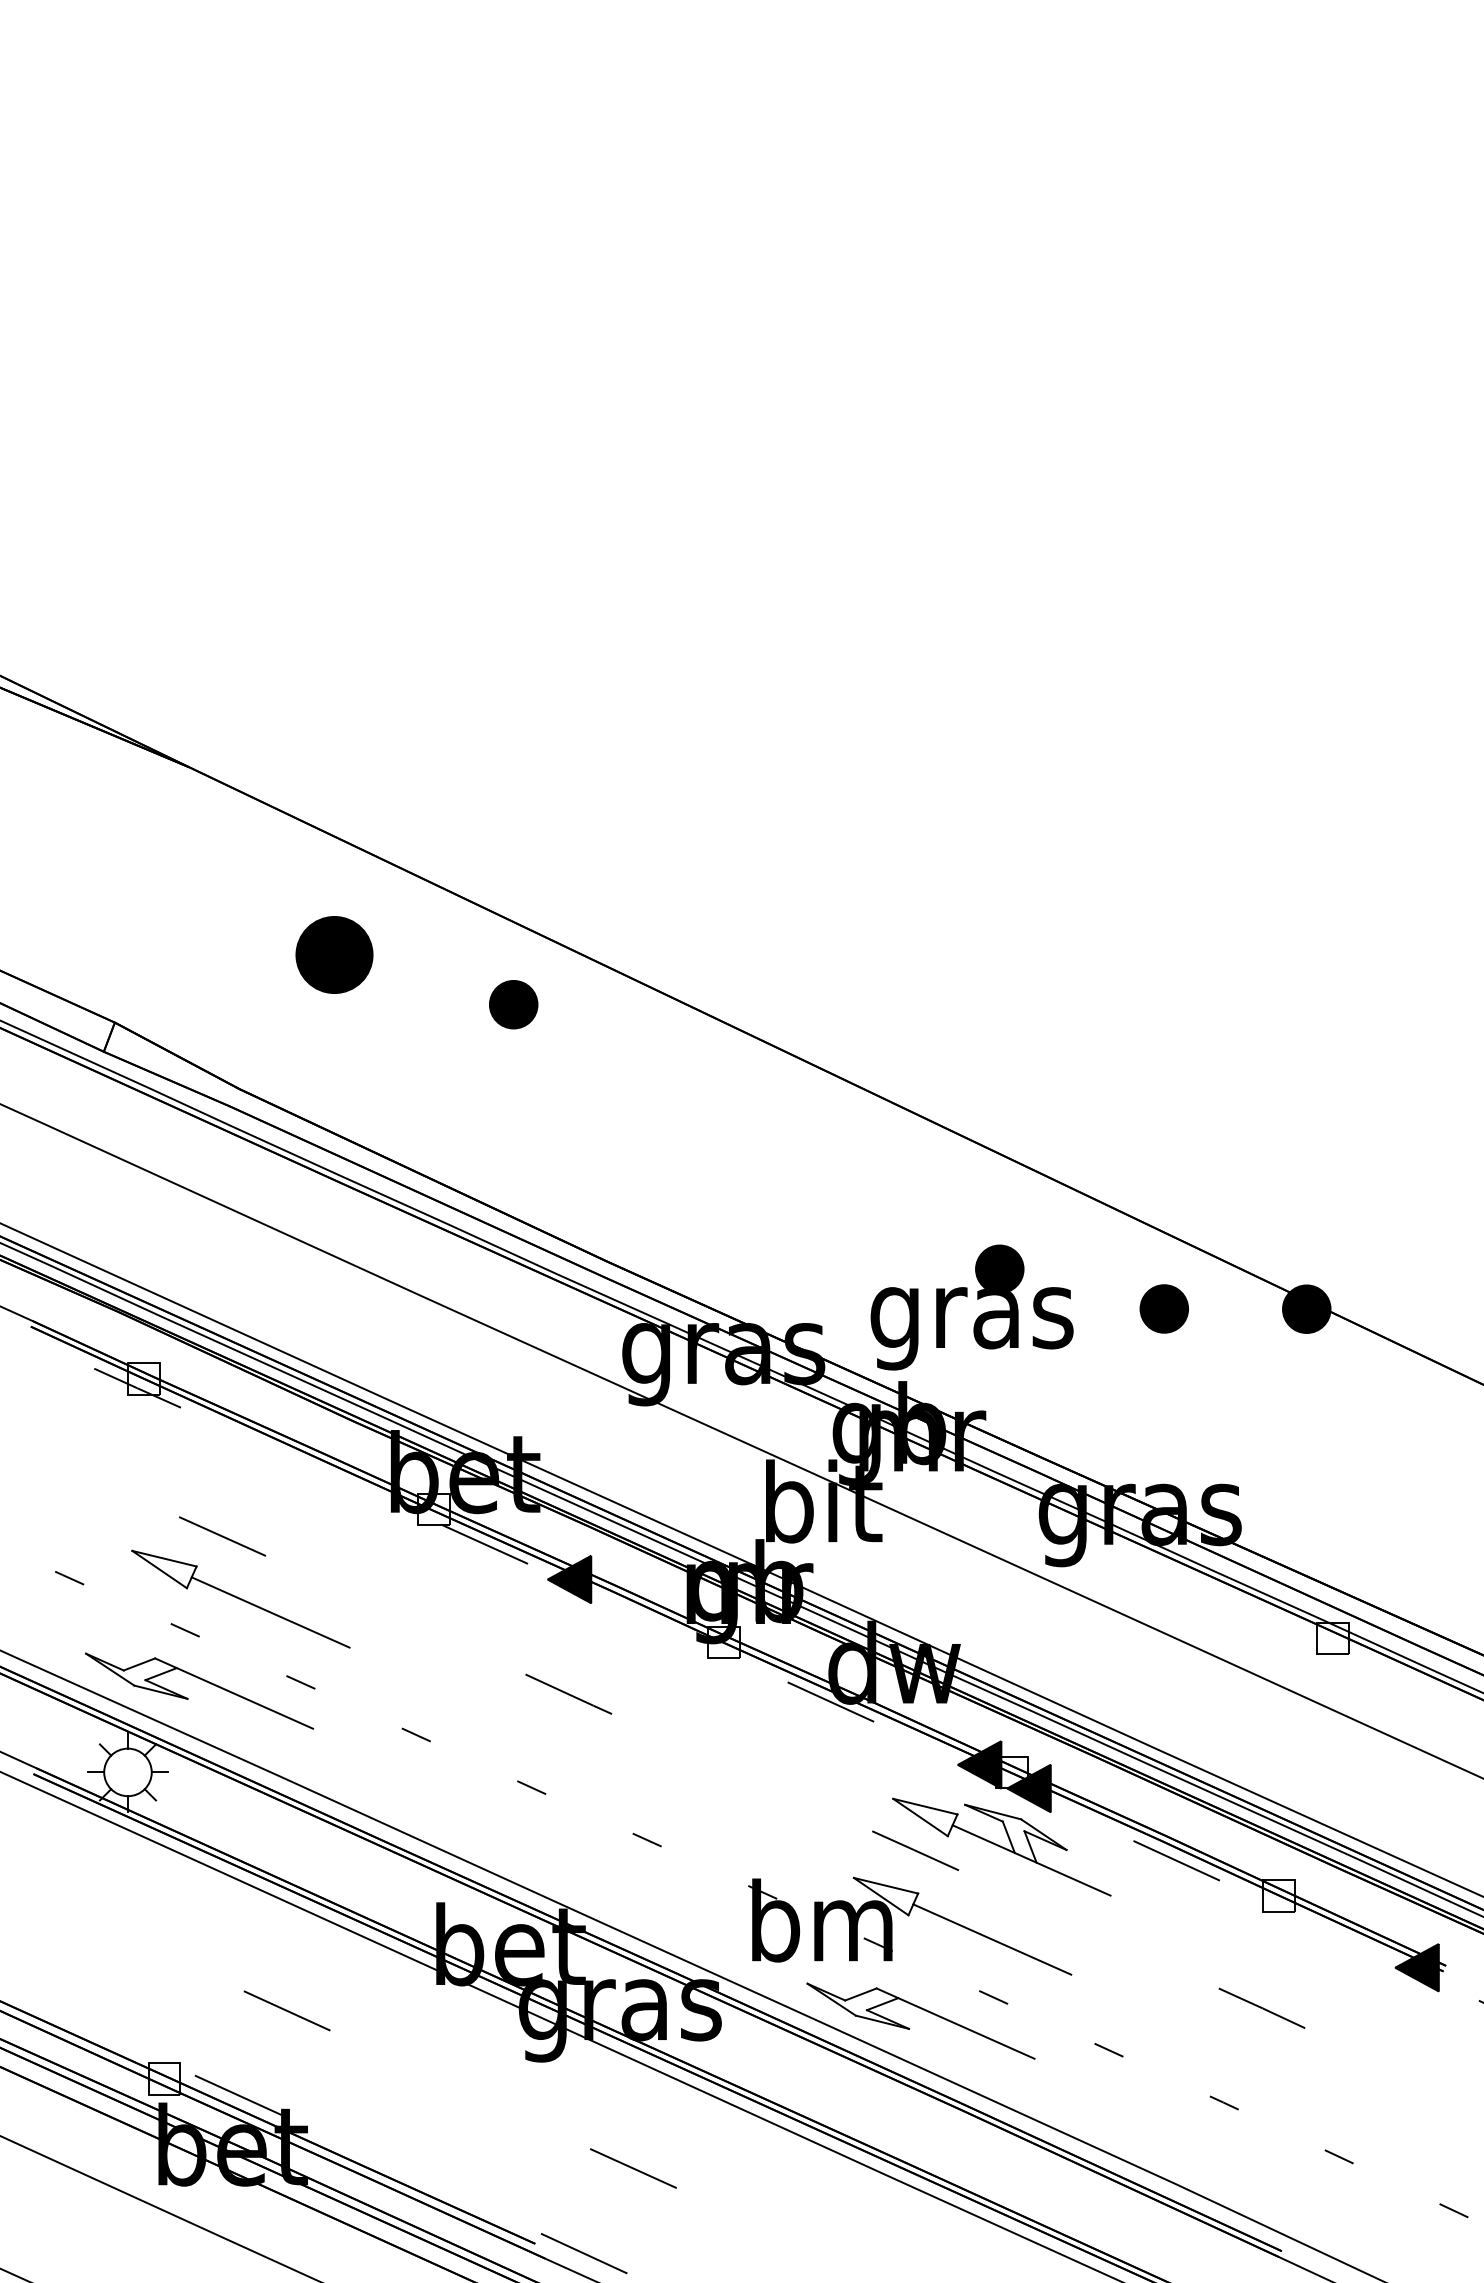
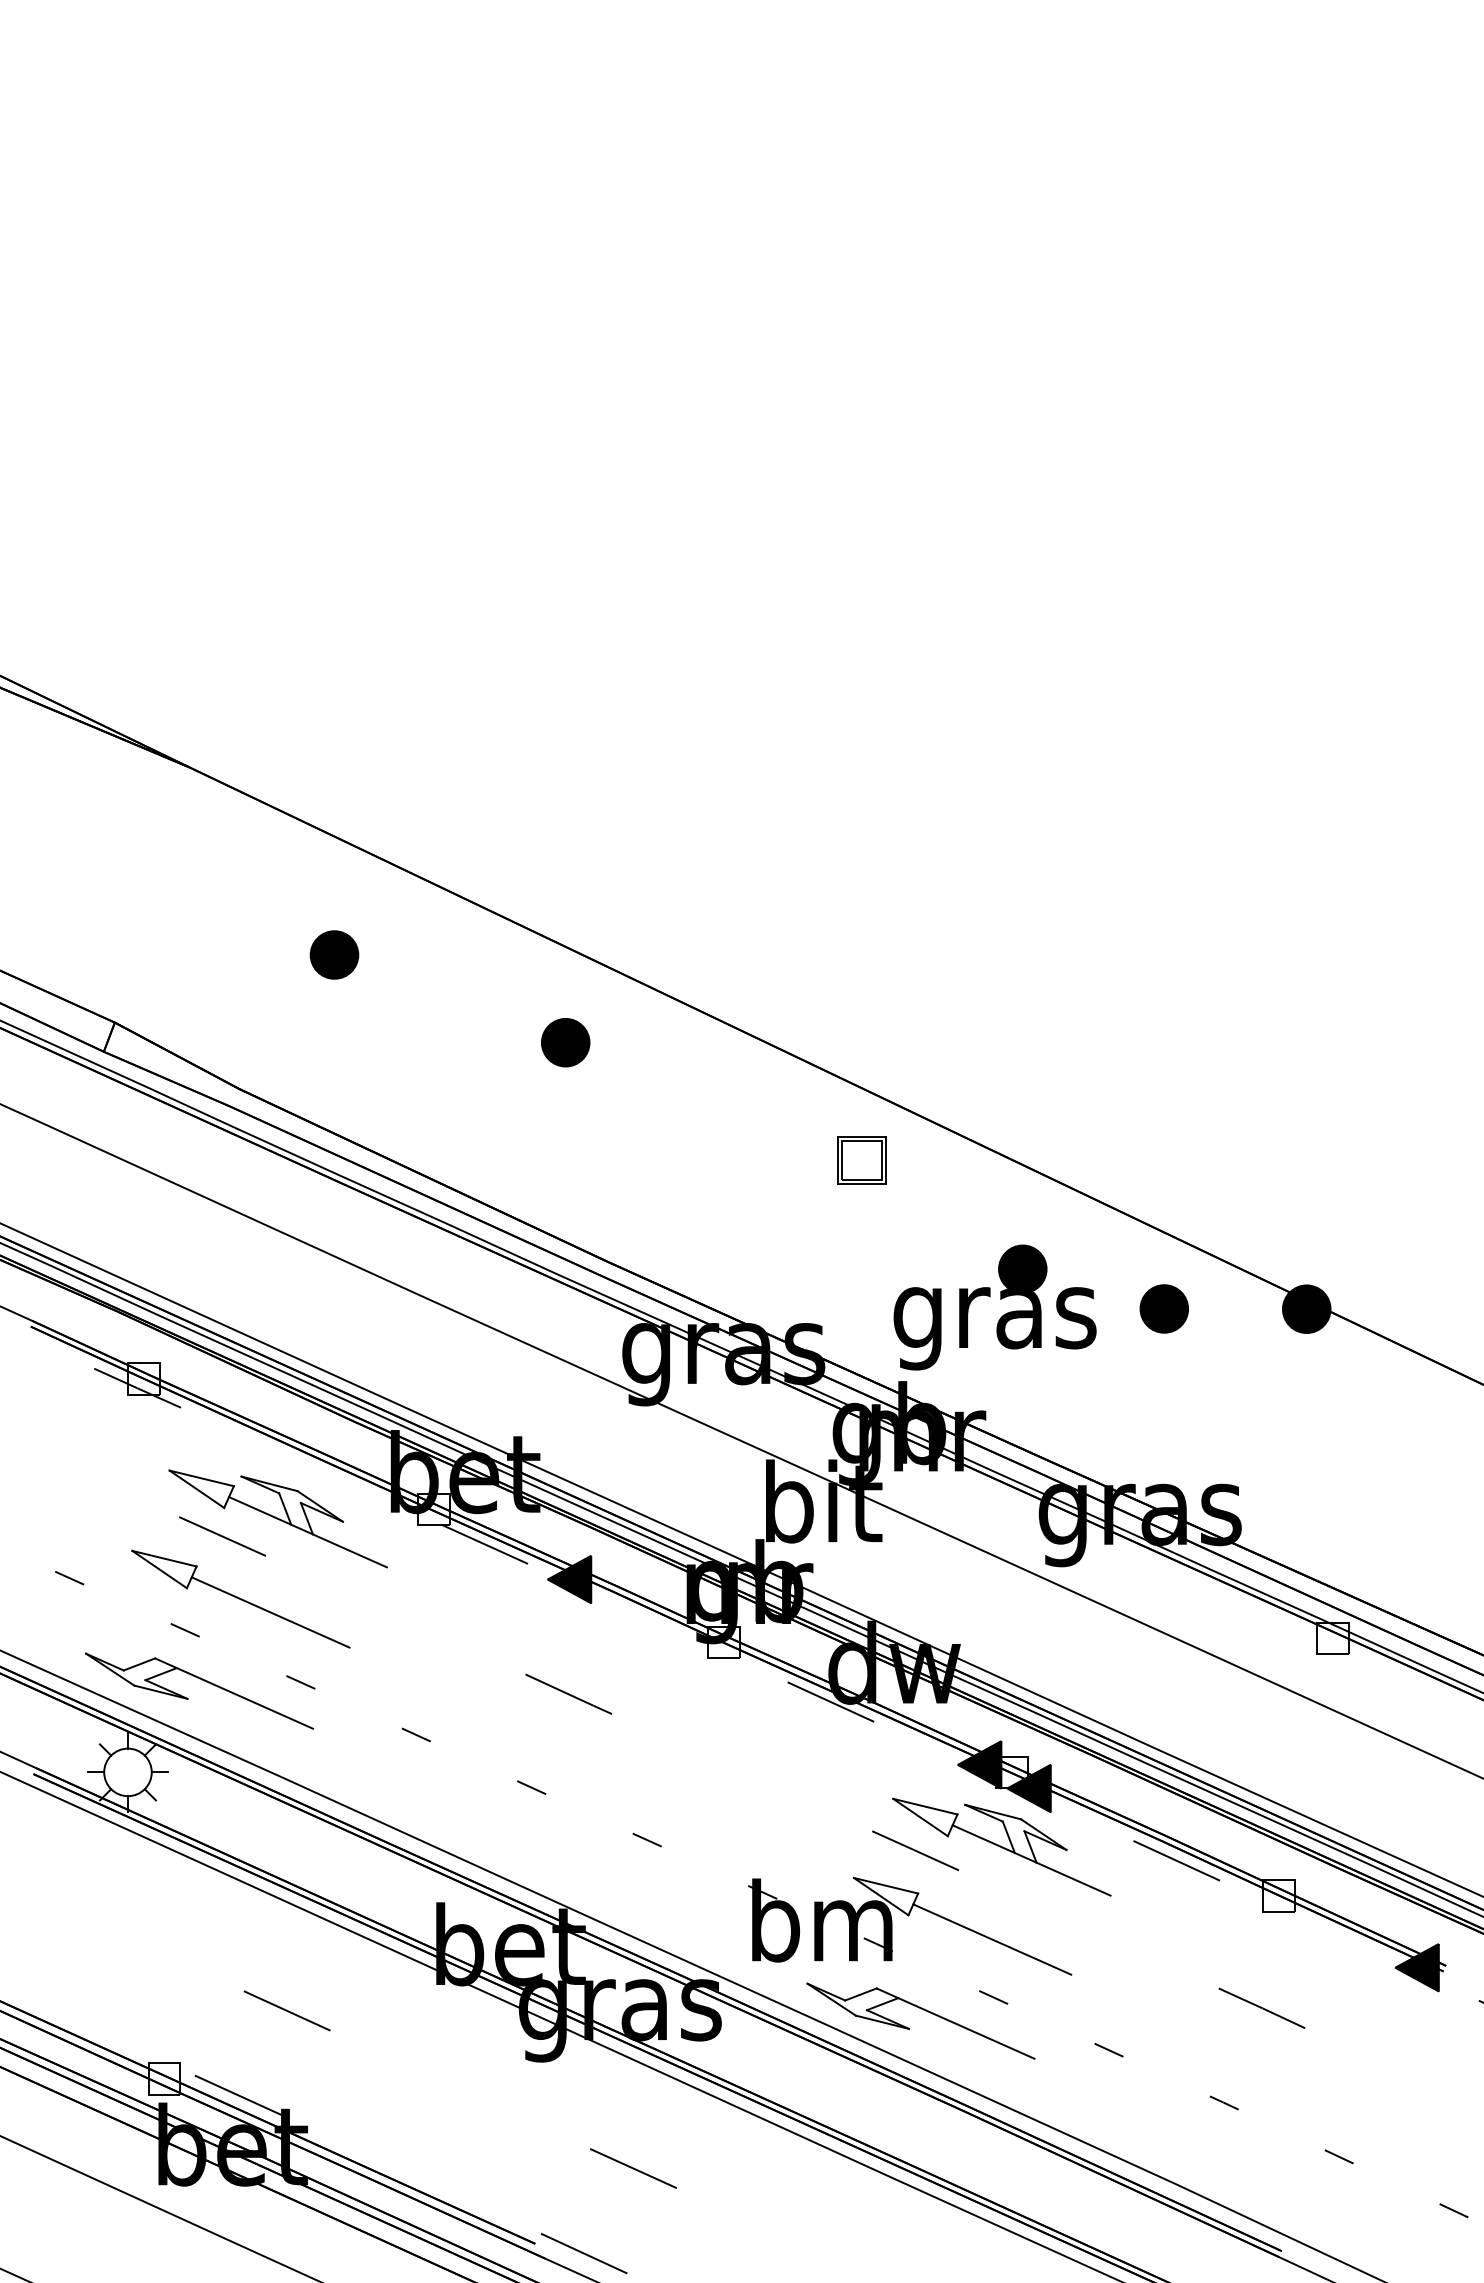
part at (334, 954) size: 79x78 px -> 51x50 px
part at (513, 1004) position: (513, 1004) -> (565, 1042)
part at (861, 1160): none -> present
part at (977, 1299) position: (977, 1299) -> (1000, 1299)
part at (277, 1518): none -> present
